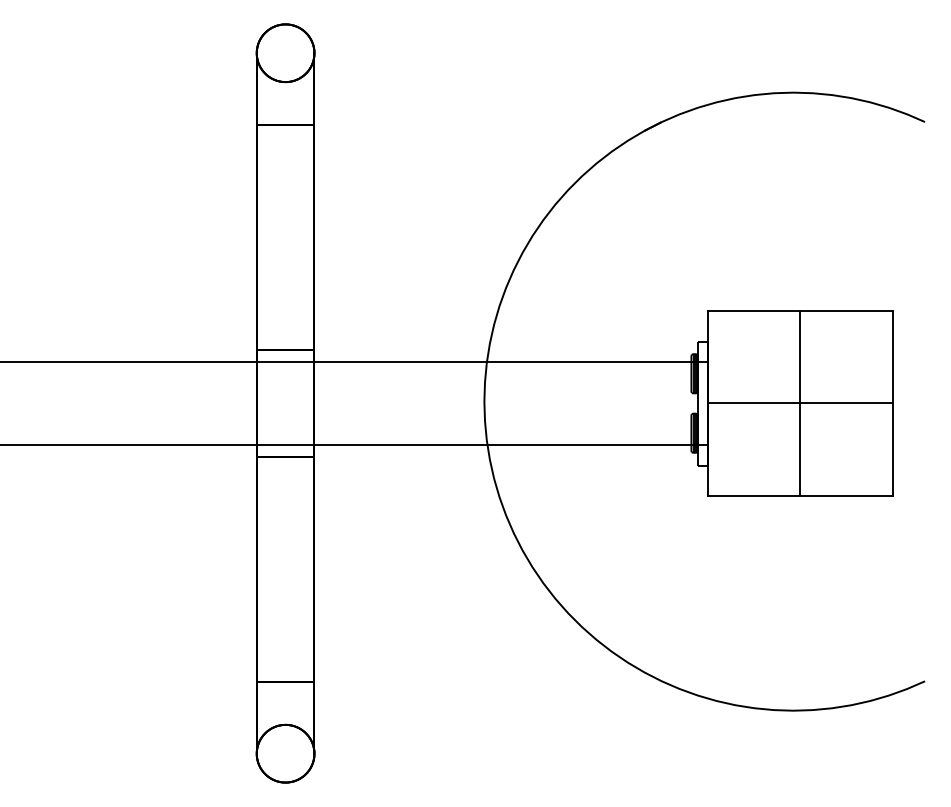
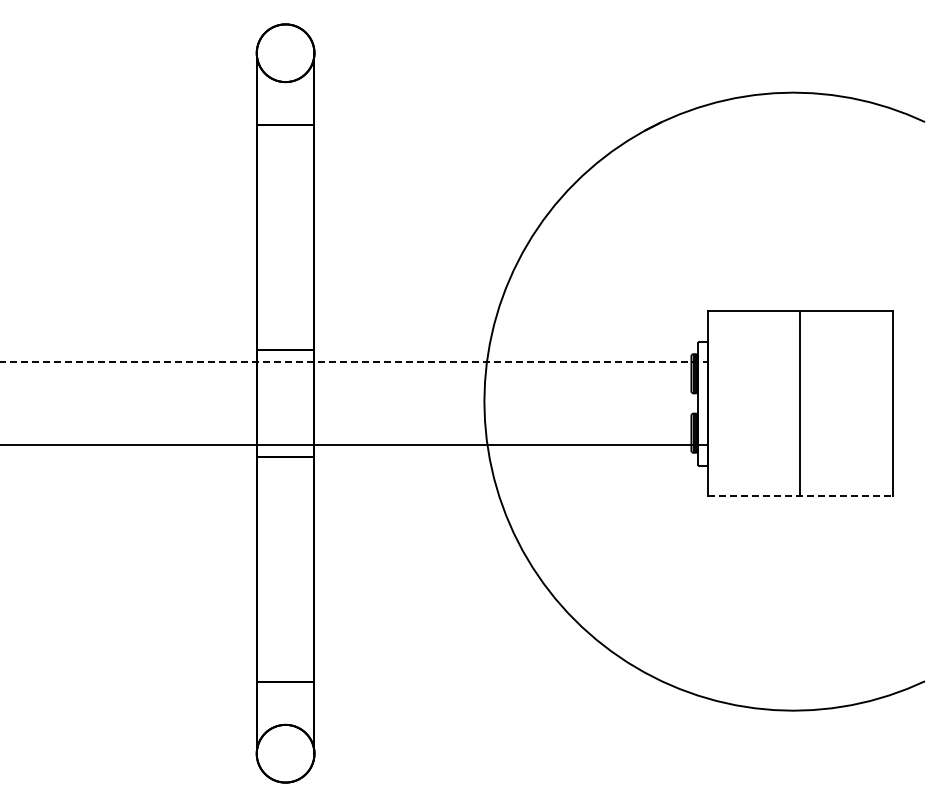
line at (354, 362): solid -> dashed
line at (800, 403): present -> none
line at (800, 496): solid -> dashed
